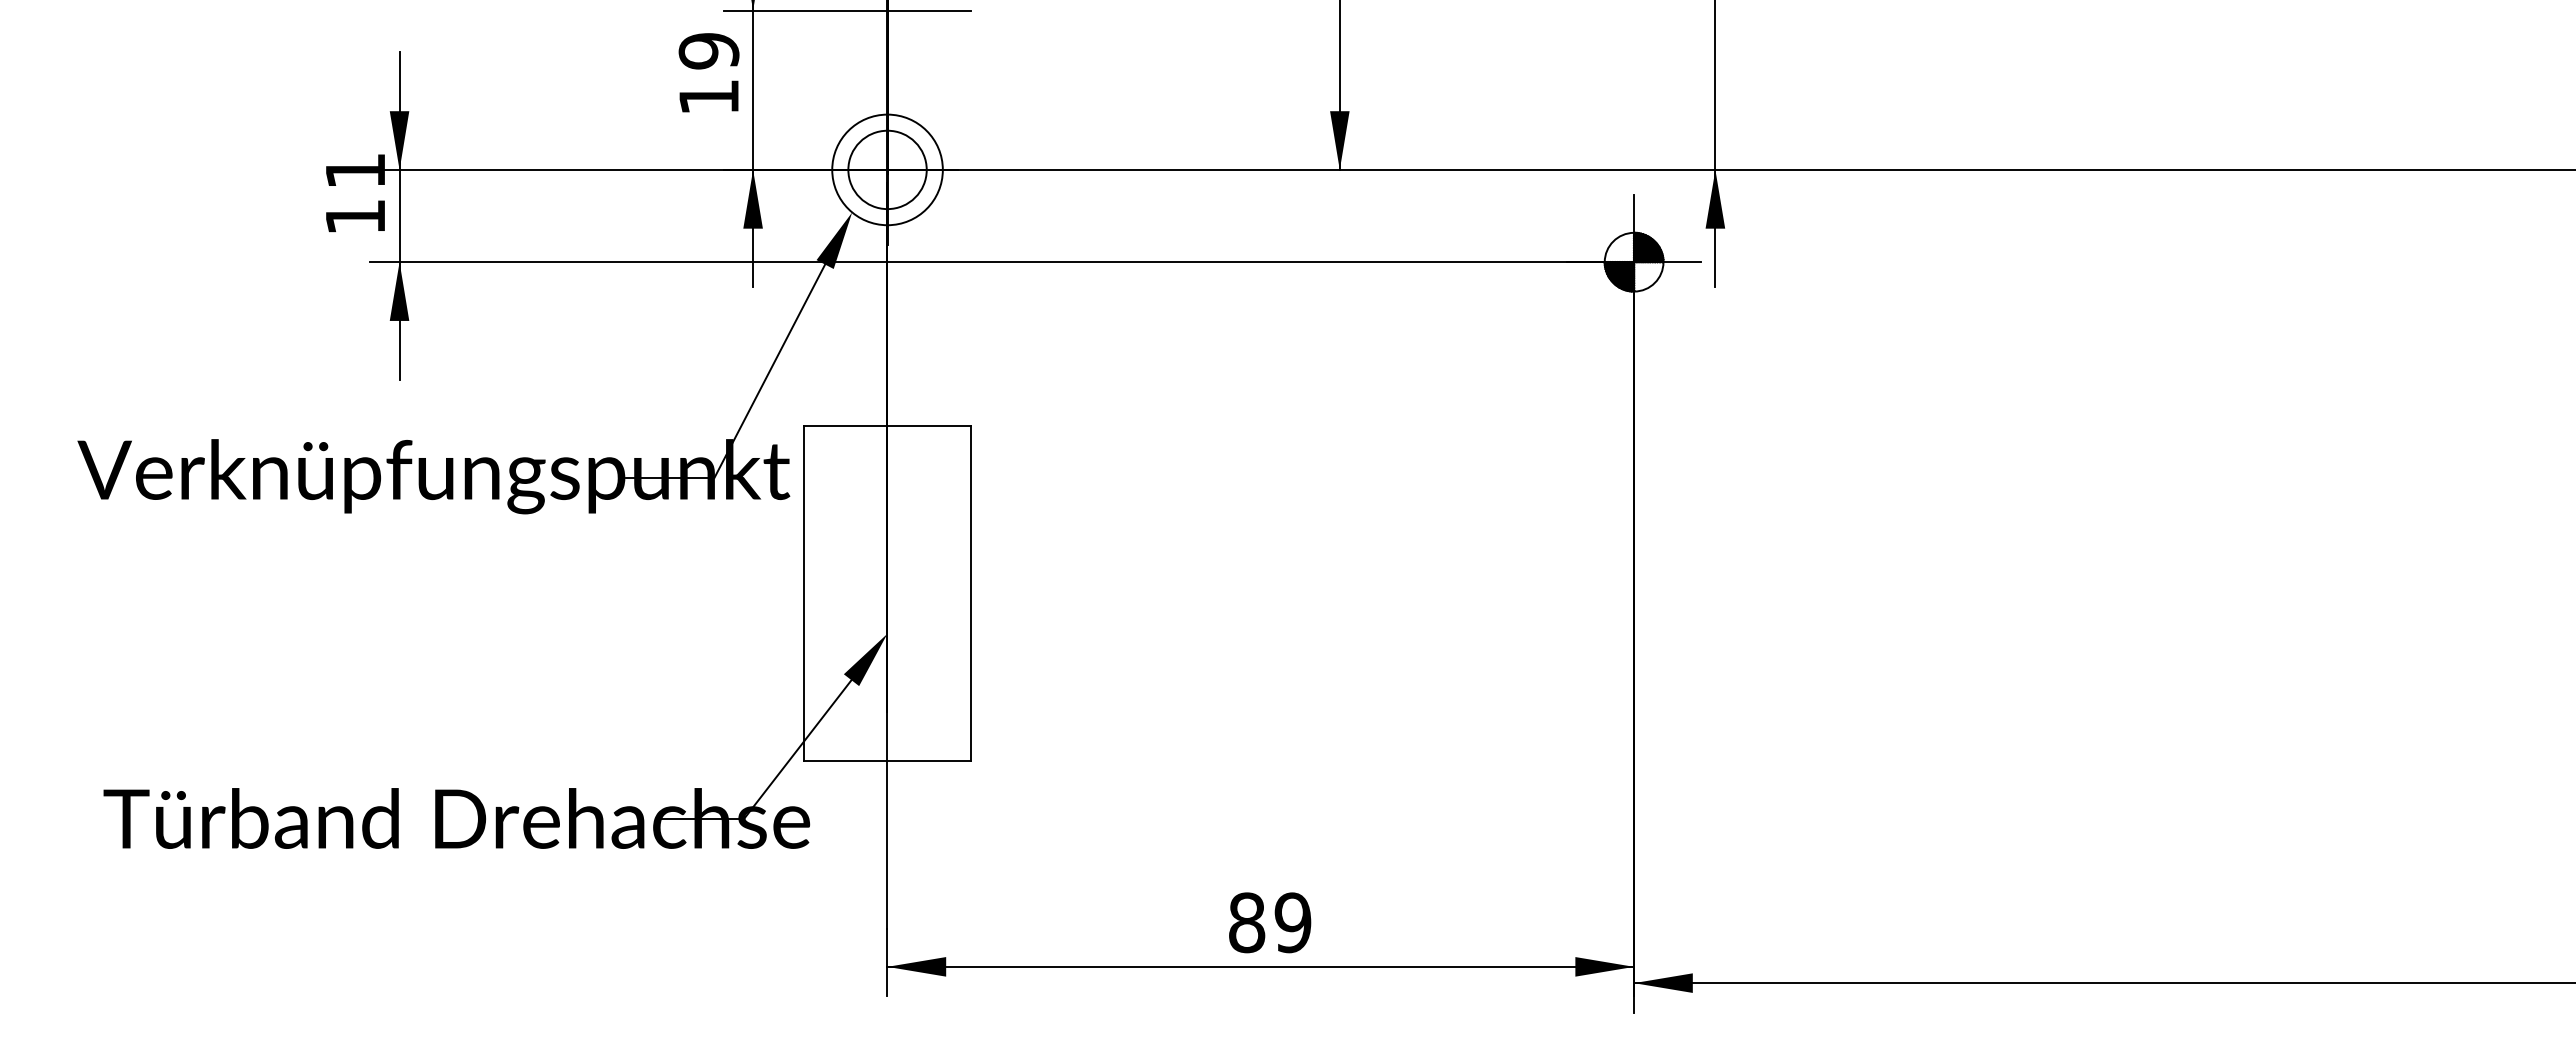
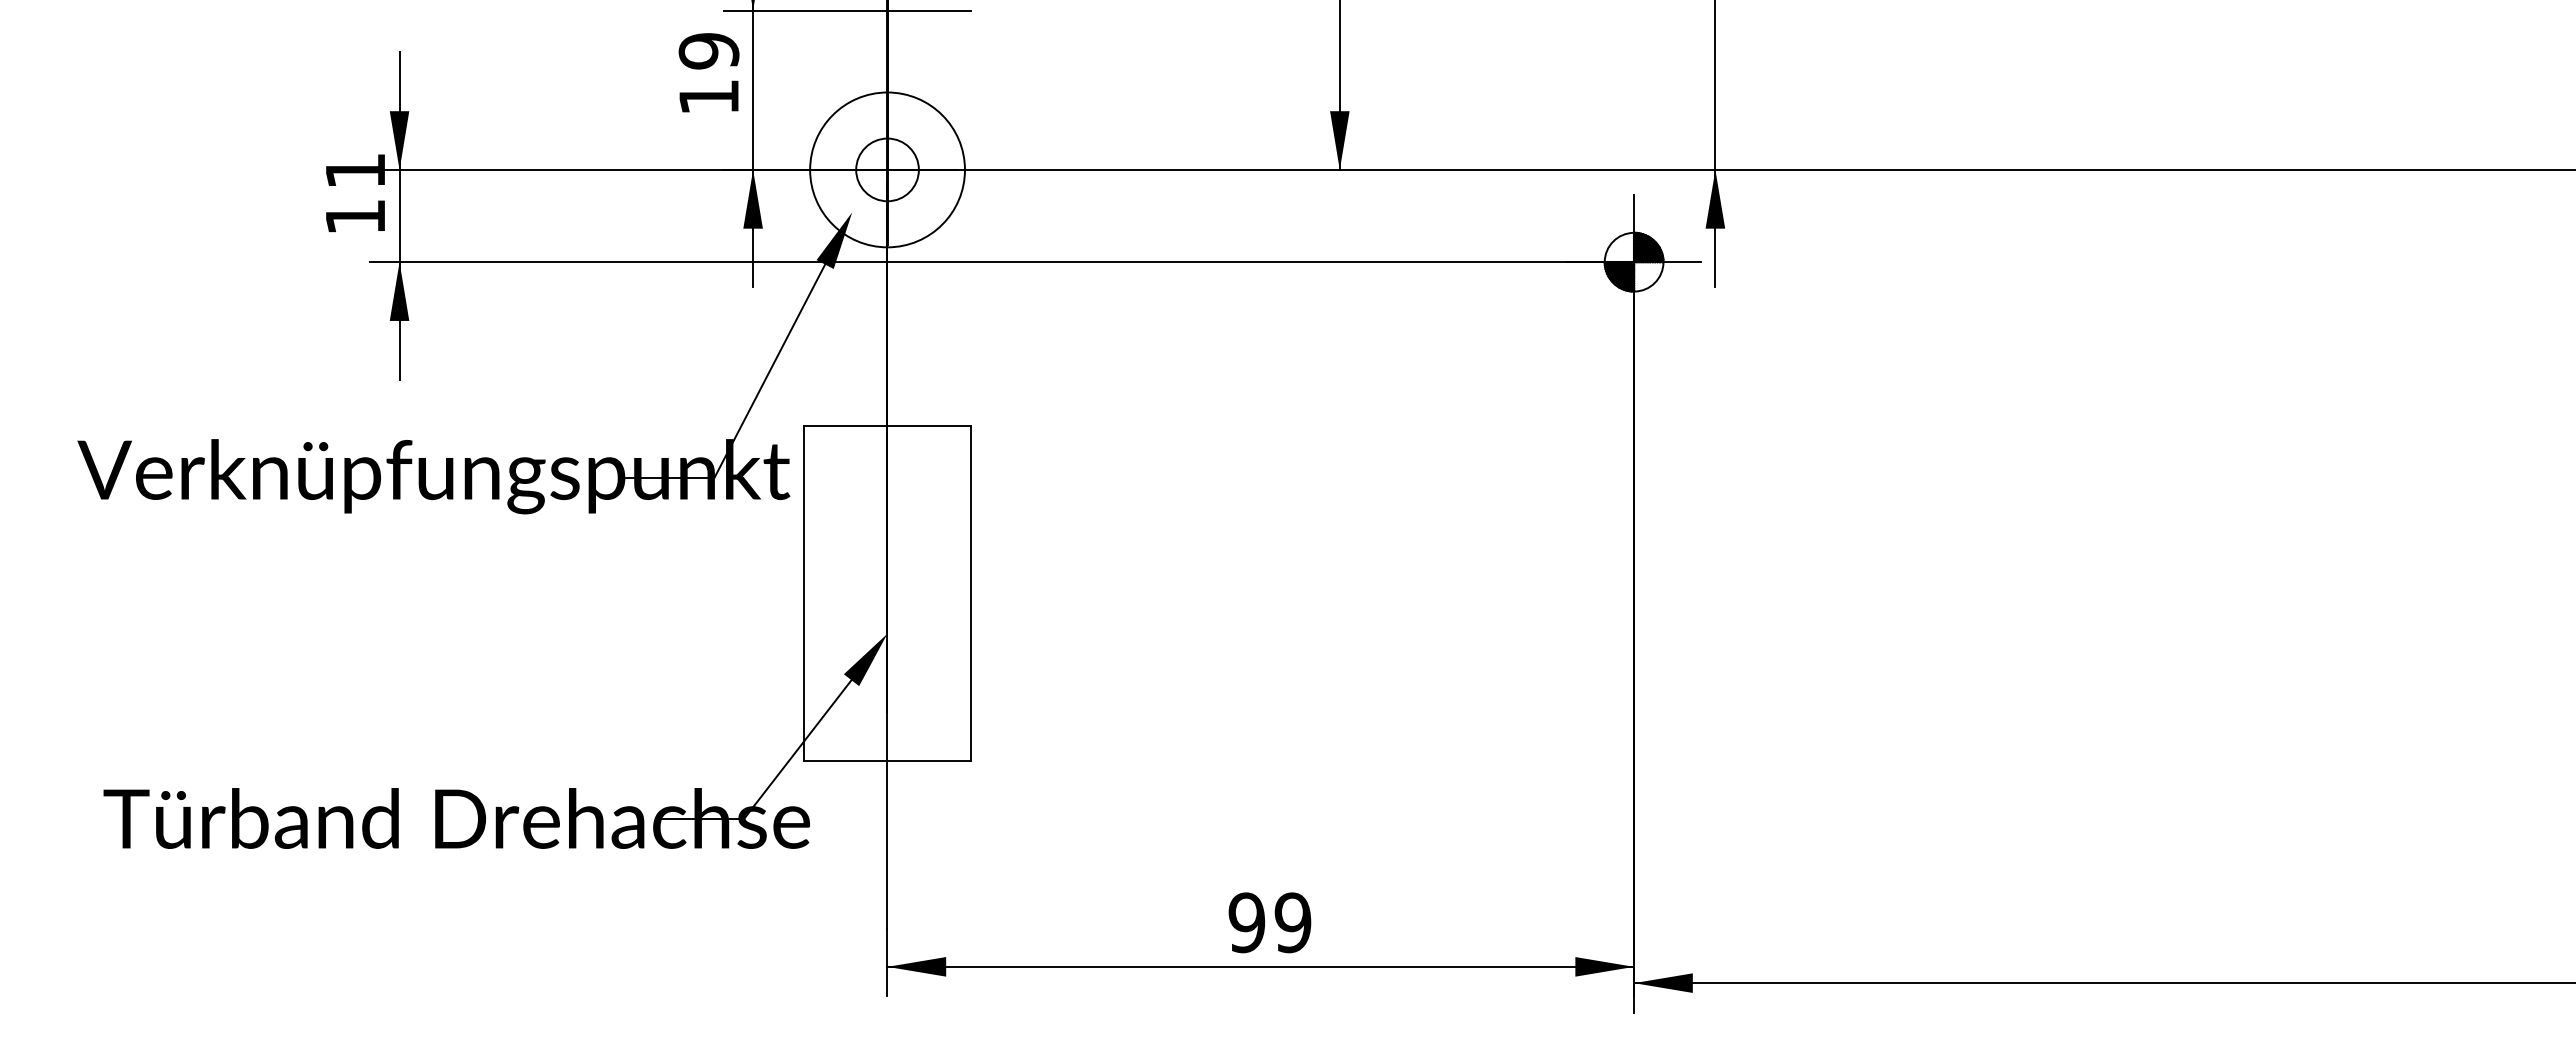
circle at (887, 169) diameter: 111 px -> 155 px
circle at (887, 169) diameter: 78 px -> 63 px
text at (1246, 922): 89 -> 99
